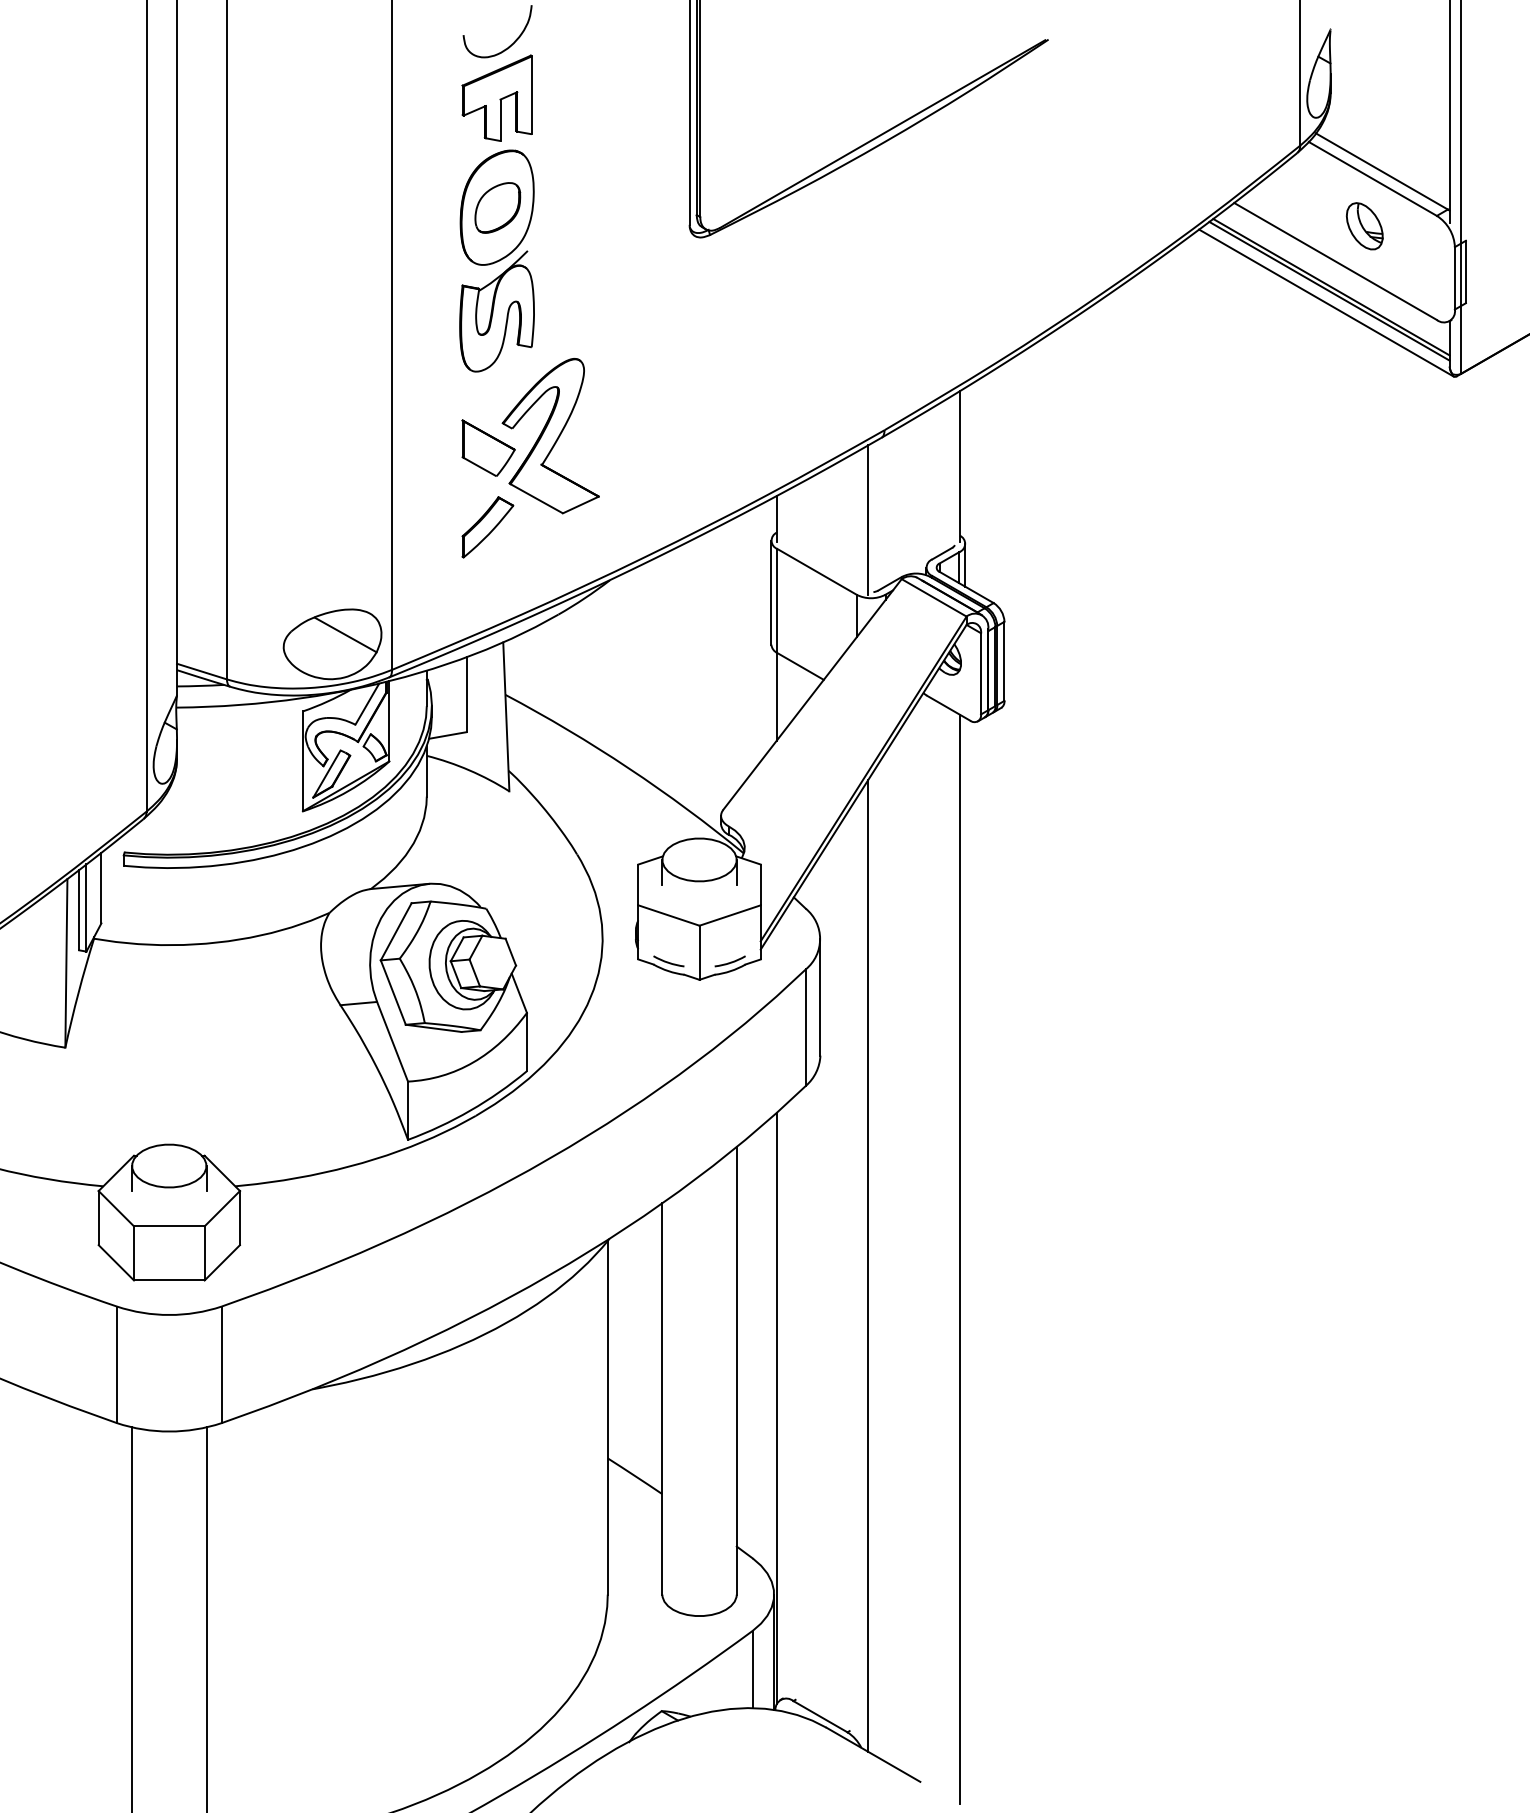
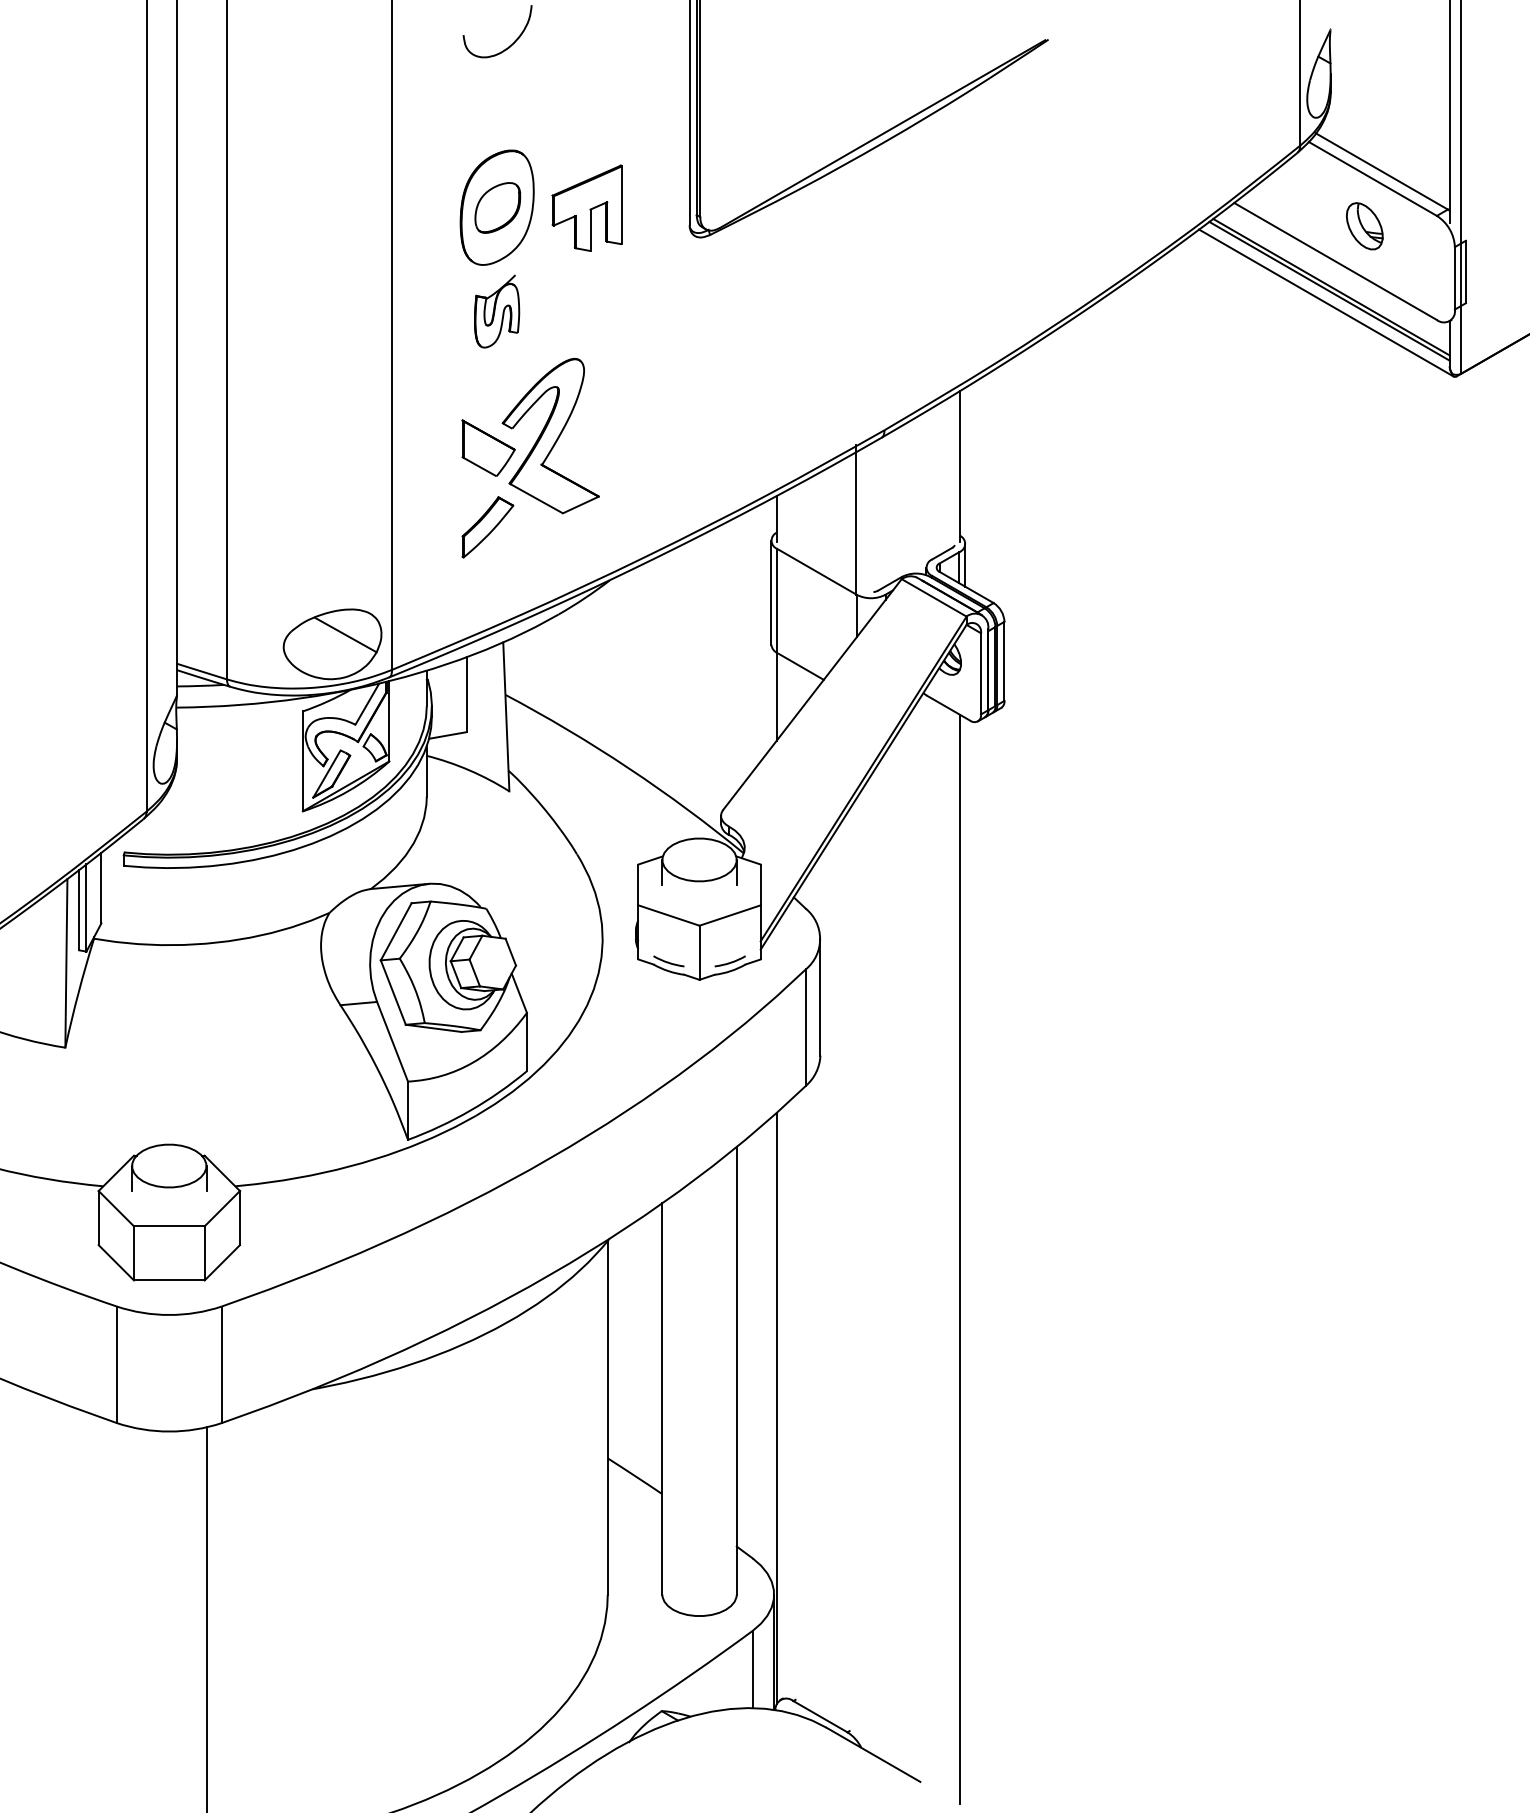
part at (496, 97) position: (496, 97) -> (586, 207)
part at (496, 311) size: 76x123 px -> 47x75 px
line at (868, 520) position: (868, 520) -> (856, 520)
line at (868, 1265): present -> none
line at (132, 1618): present -> none
